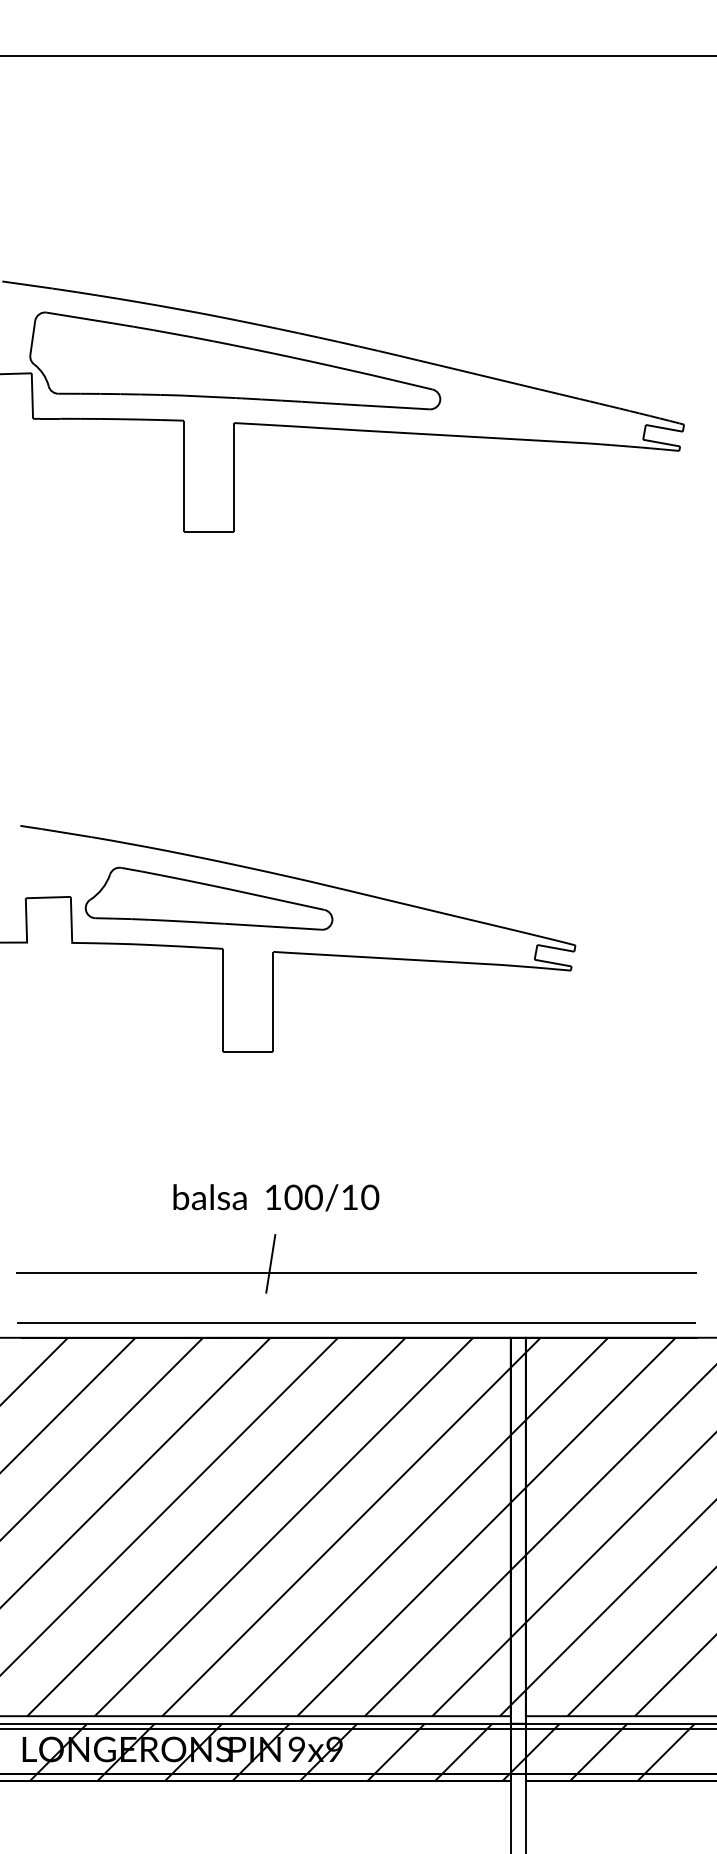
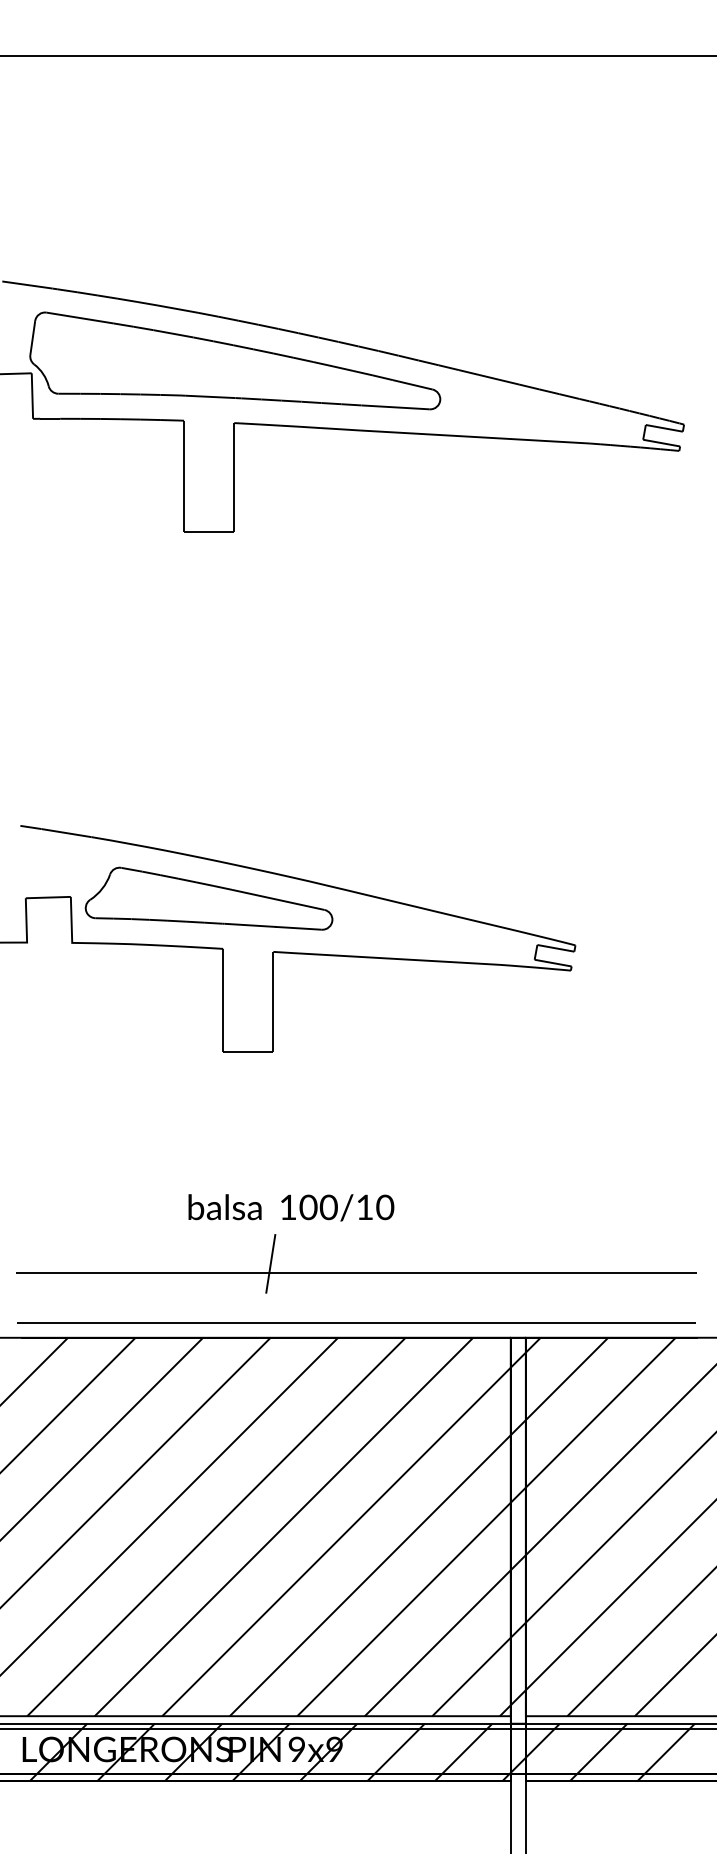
part at (276, 1197) position: (276, 1197) -> (291, 1207)
